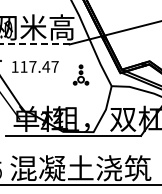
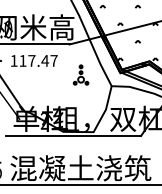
hatch at (129, 32): none -> present
line at (34, 44): dashed -> solid
text at (35, 66) position: (35, 66) -> (34, 60)
